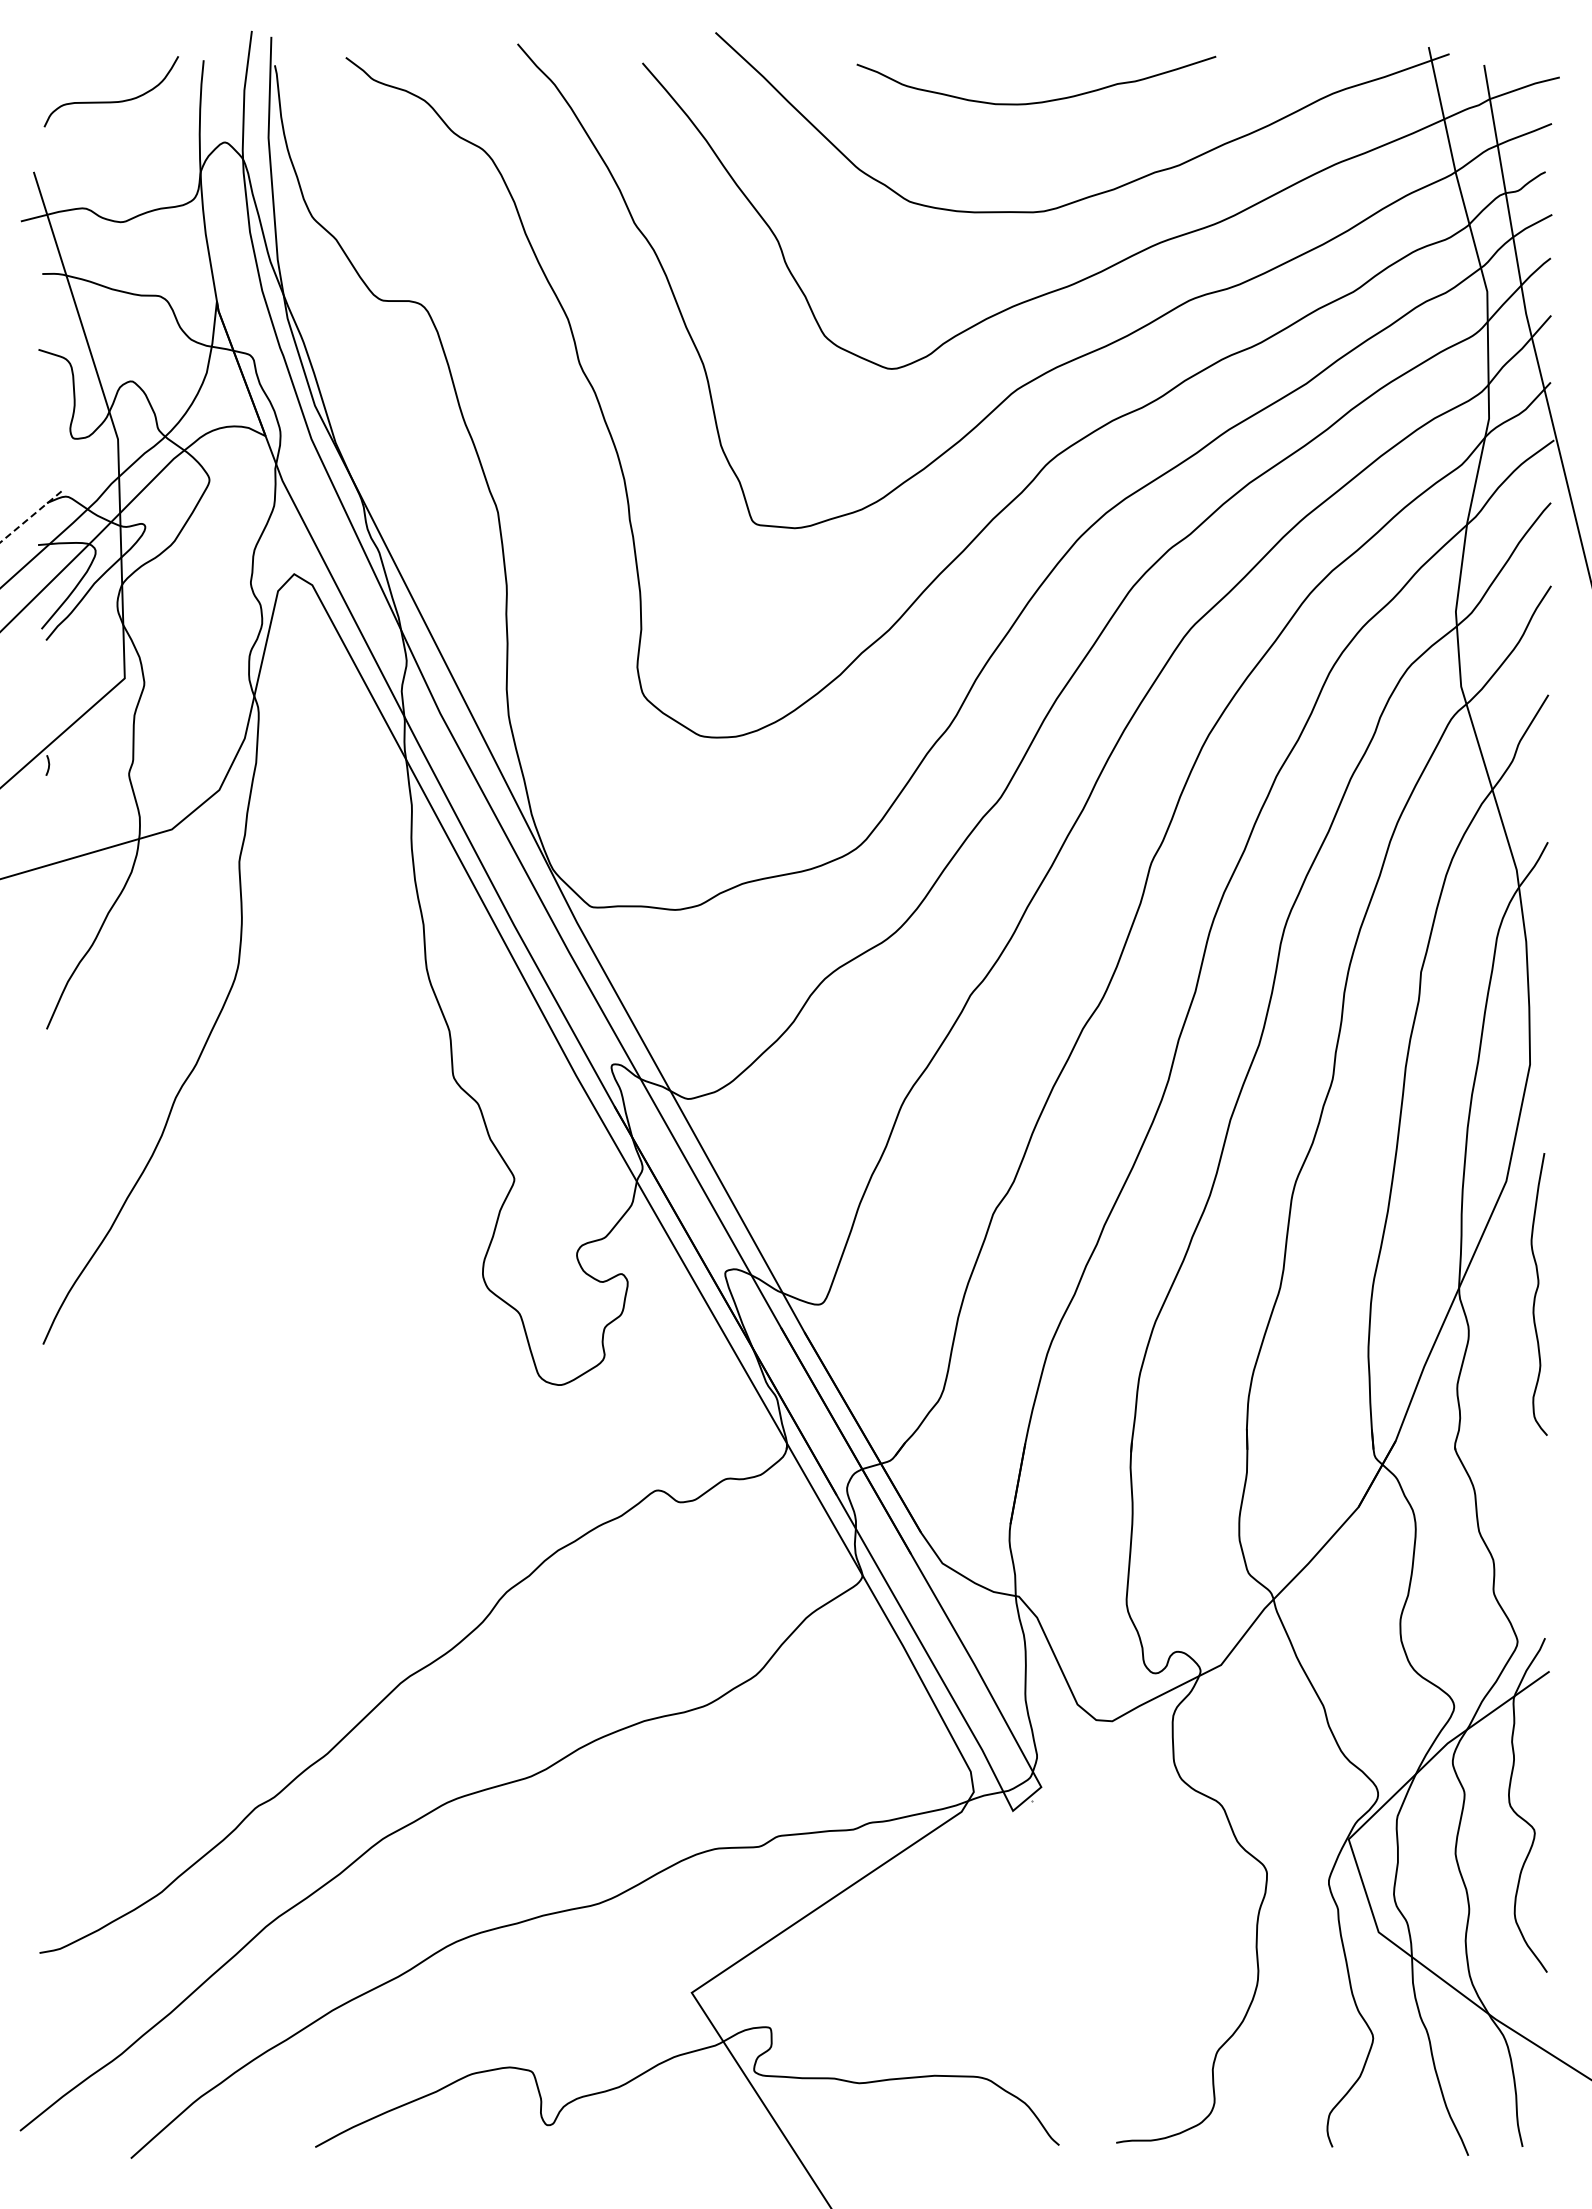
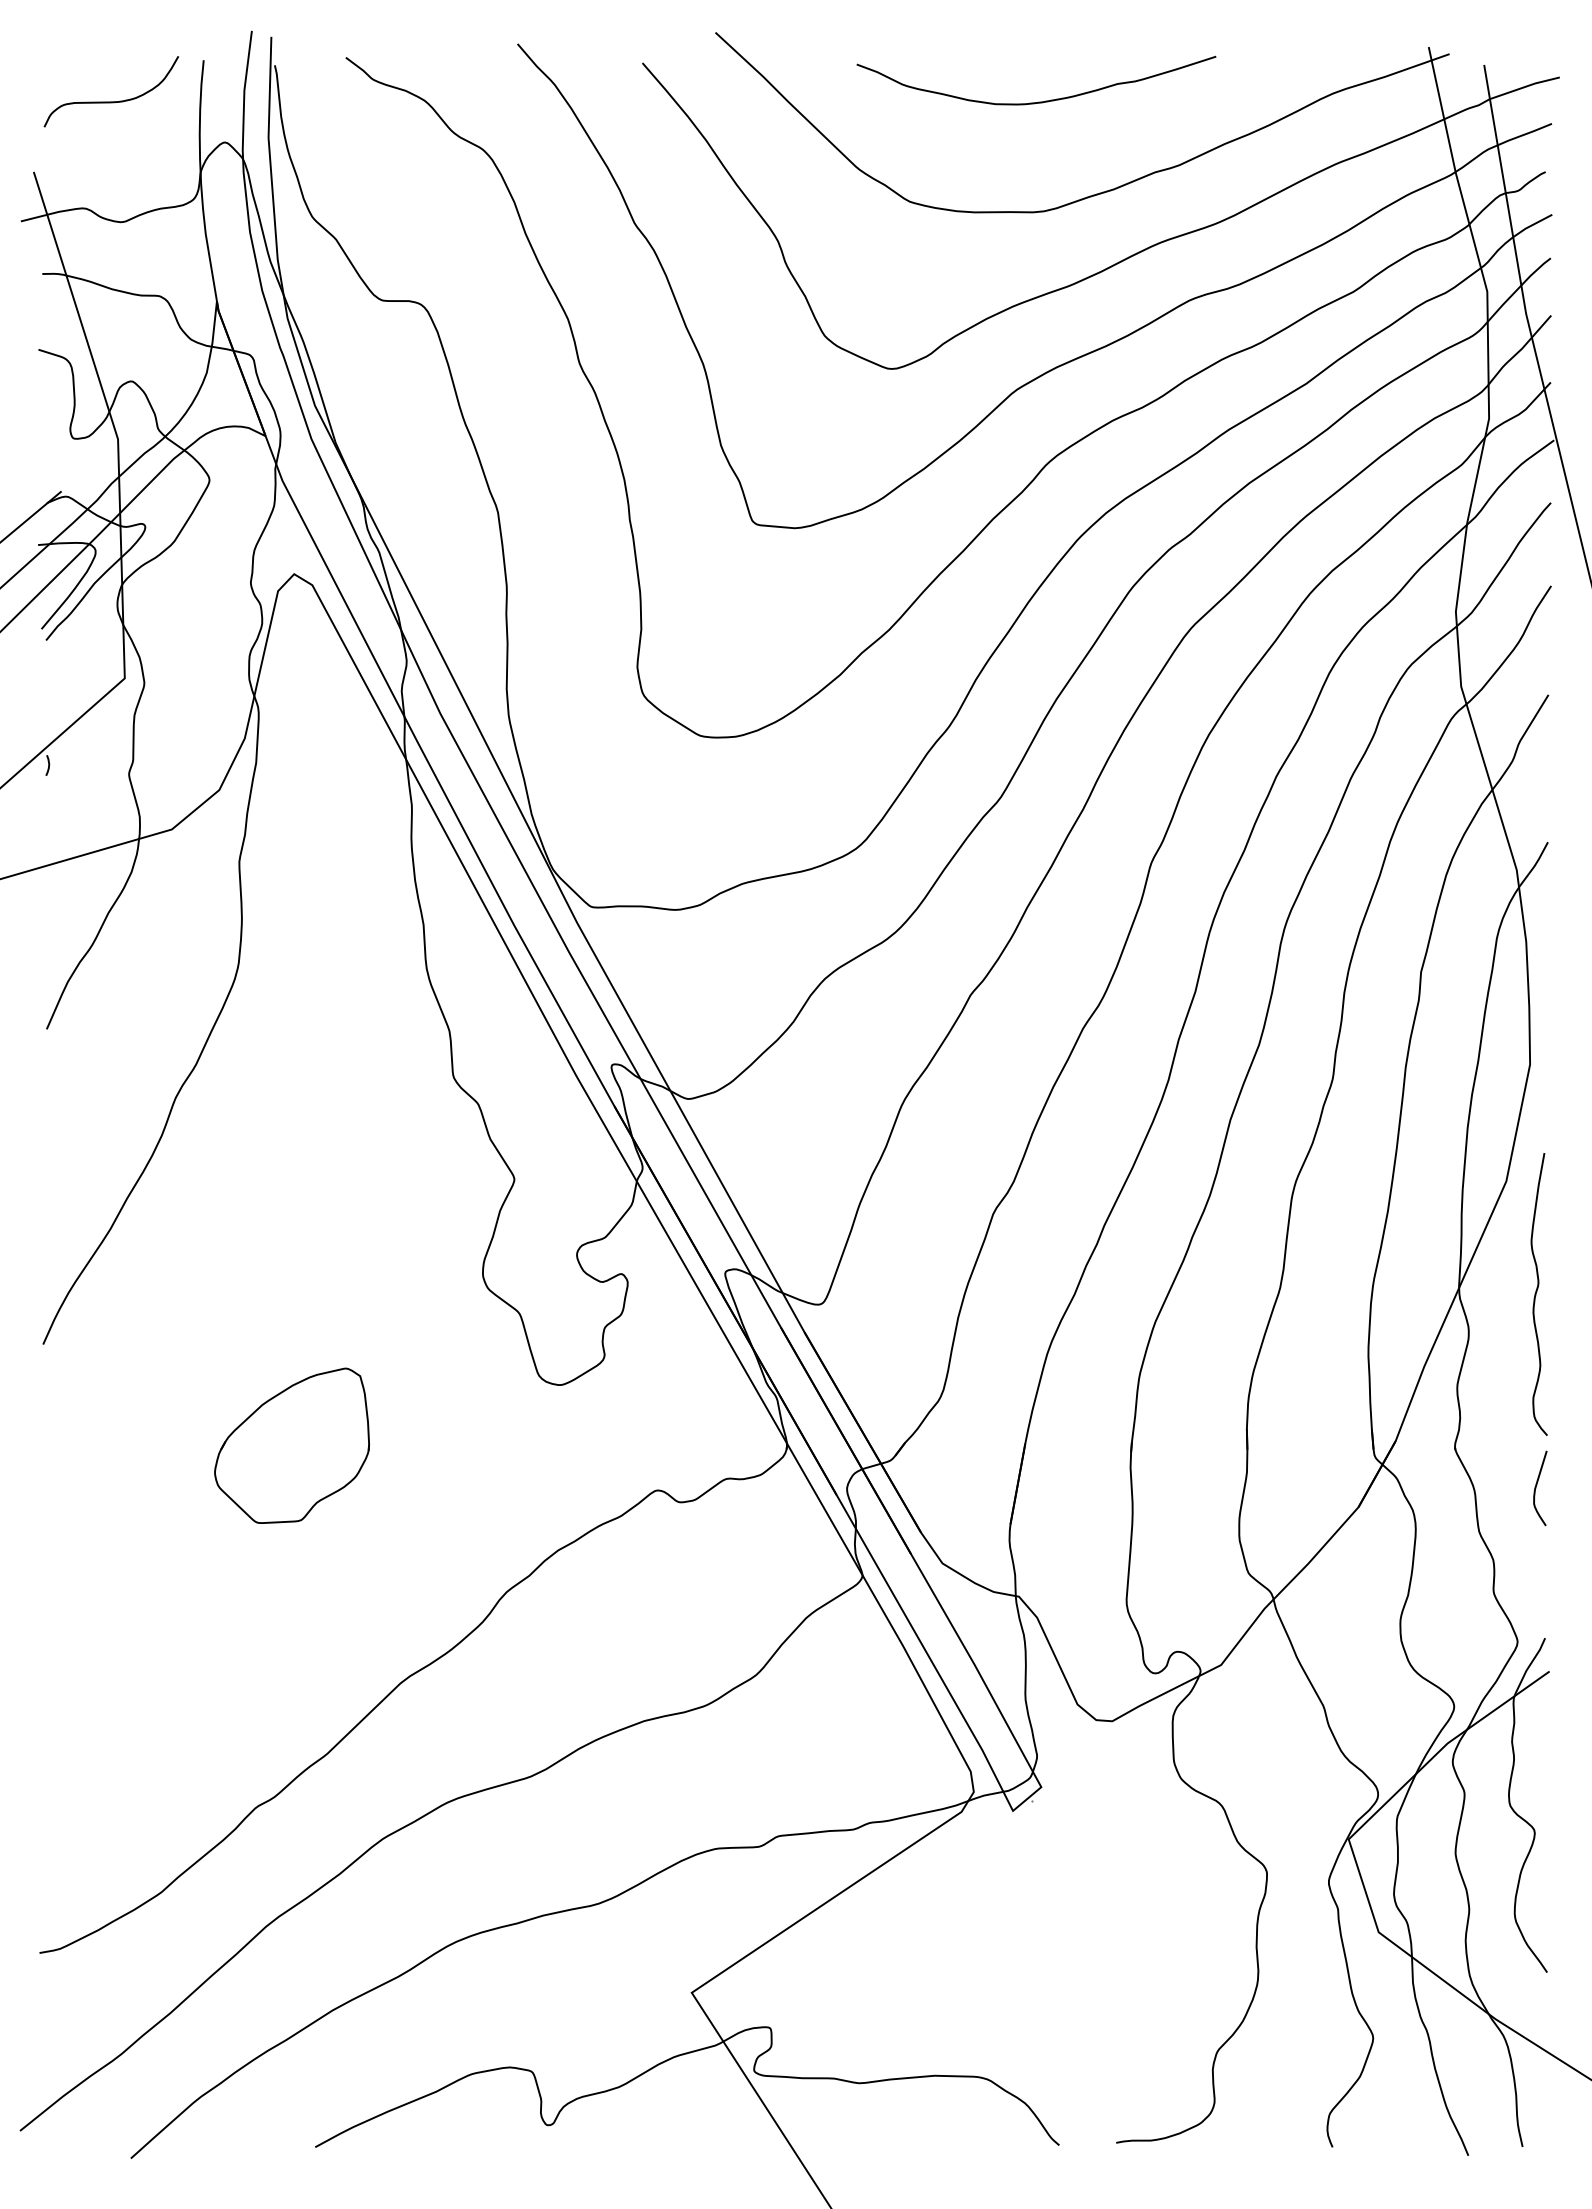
line at (30, 516): dashed -> solid
part at (291, 1445): none -> present
curve at (1536, 1488): none -> present
